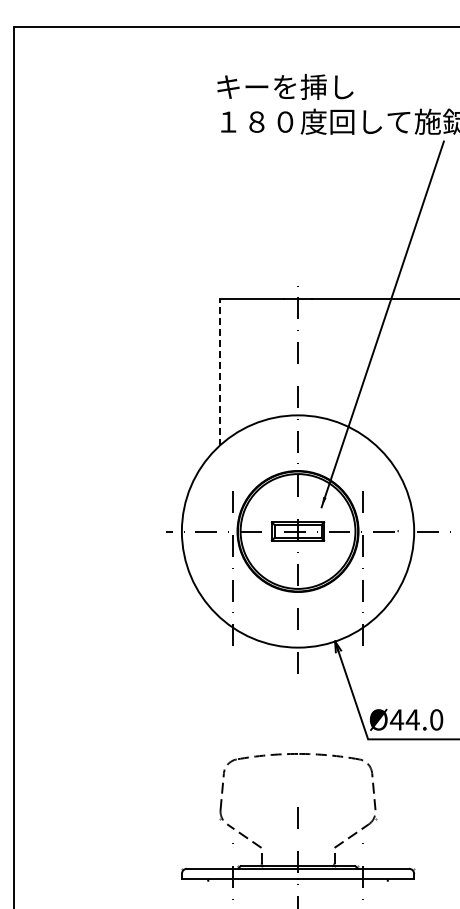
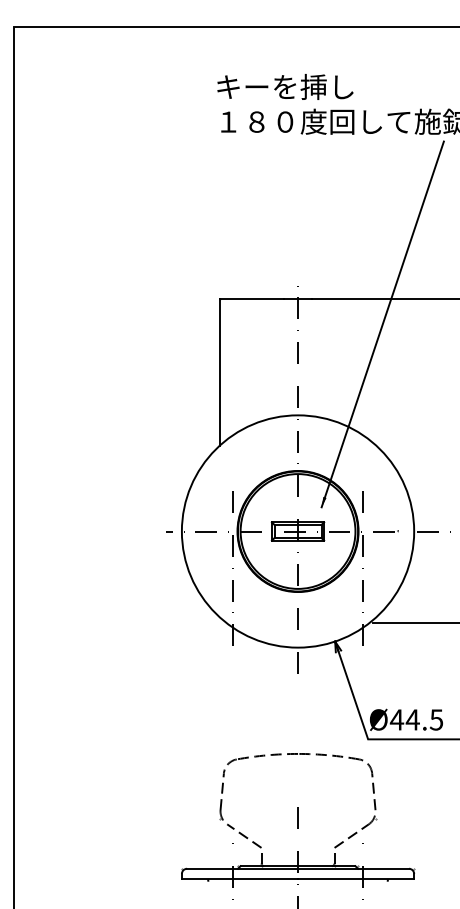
line at (219, 371): dashed -> solid
line at (414, 622): none -> present
text at (436, 719): Ø44.0 -> Ø44.5
